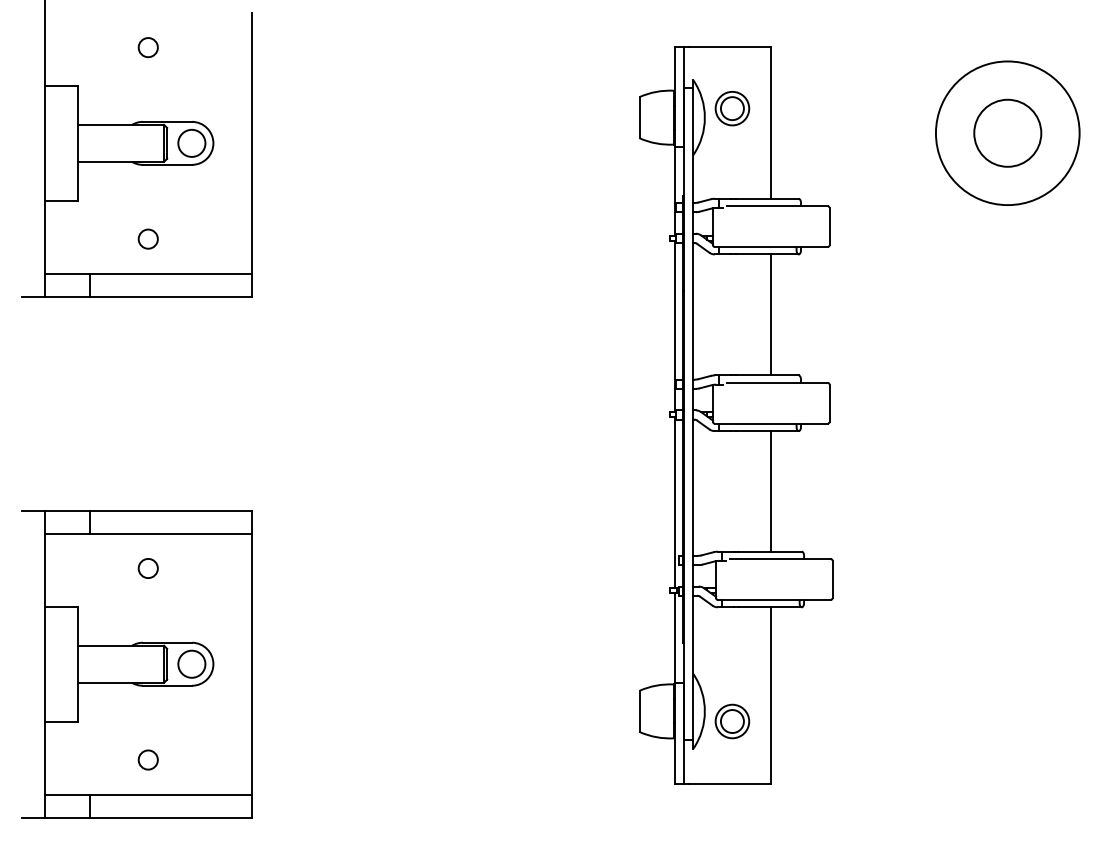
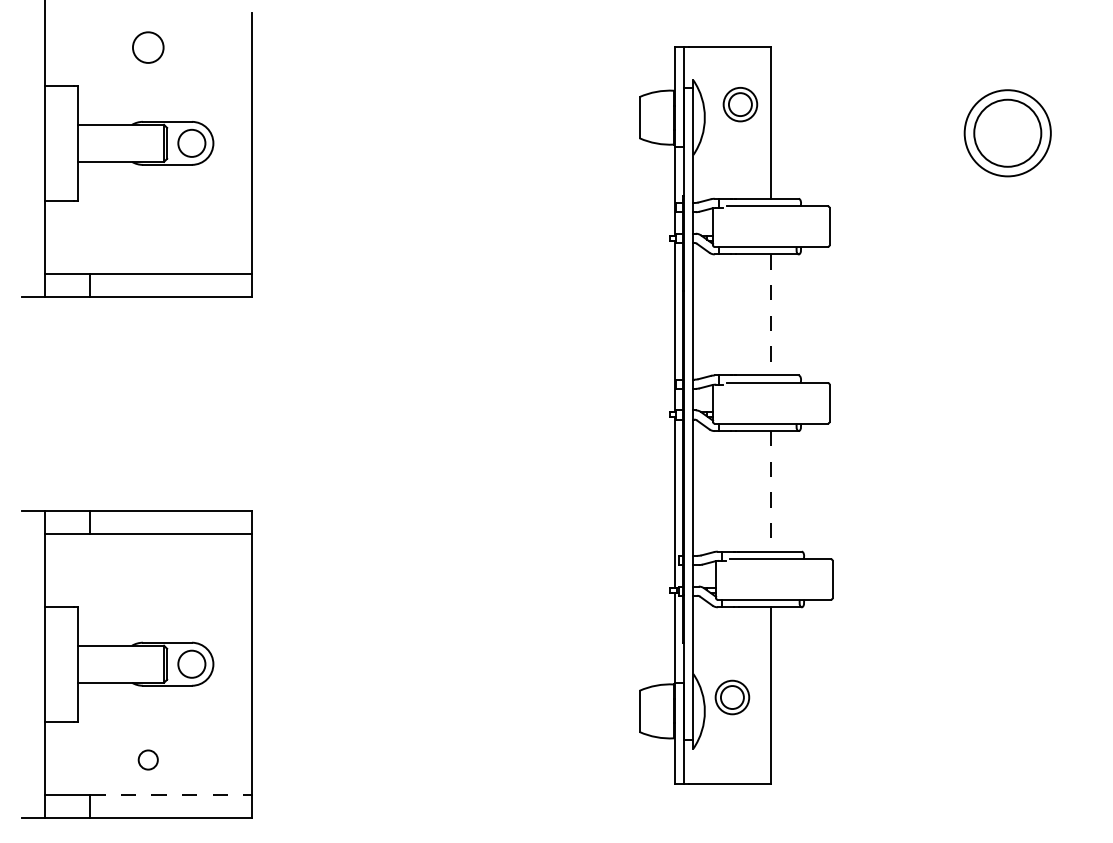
circle at (147, 47) diameter: 19 px -> 31 px
part at (732, 108) position: (732, 108) -> (740, 104)
circle at (1007, 133) diameter: 144 px -> 86 px
circle at (147, 238): present -> none
line at (770, 314): solid -> dashed
line at (770, 491): solid -> dashed
circle at (147, 568): present -> none
part at (732, 721) position: (732, 721) -> (732, 697)
line at (170, 794): solid -> dashed
